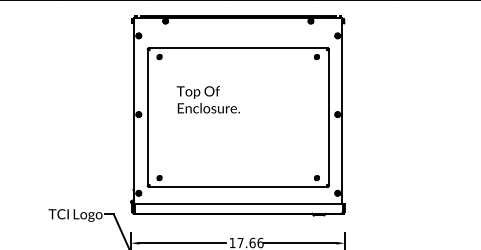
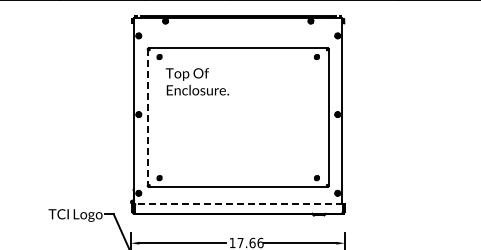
text at (207, 99) position: (207, 99) -> (196, 81)
line at (147, 117): solid -> dashed
line at (238, 204): solid -> dashed
